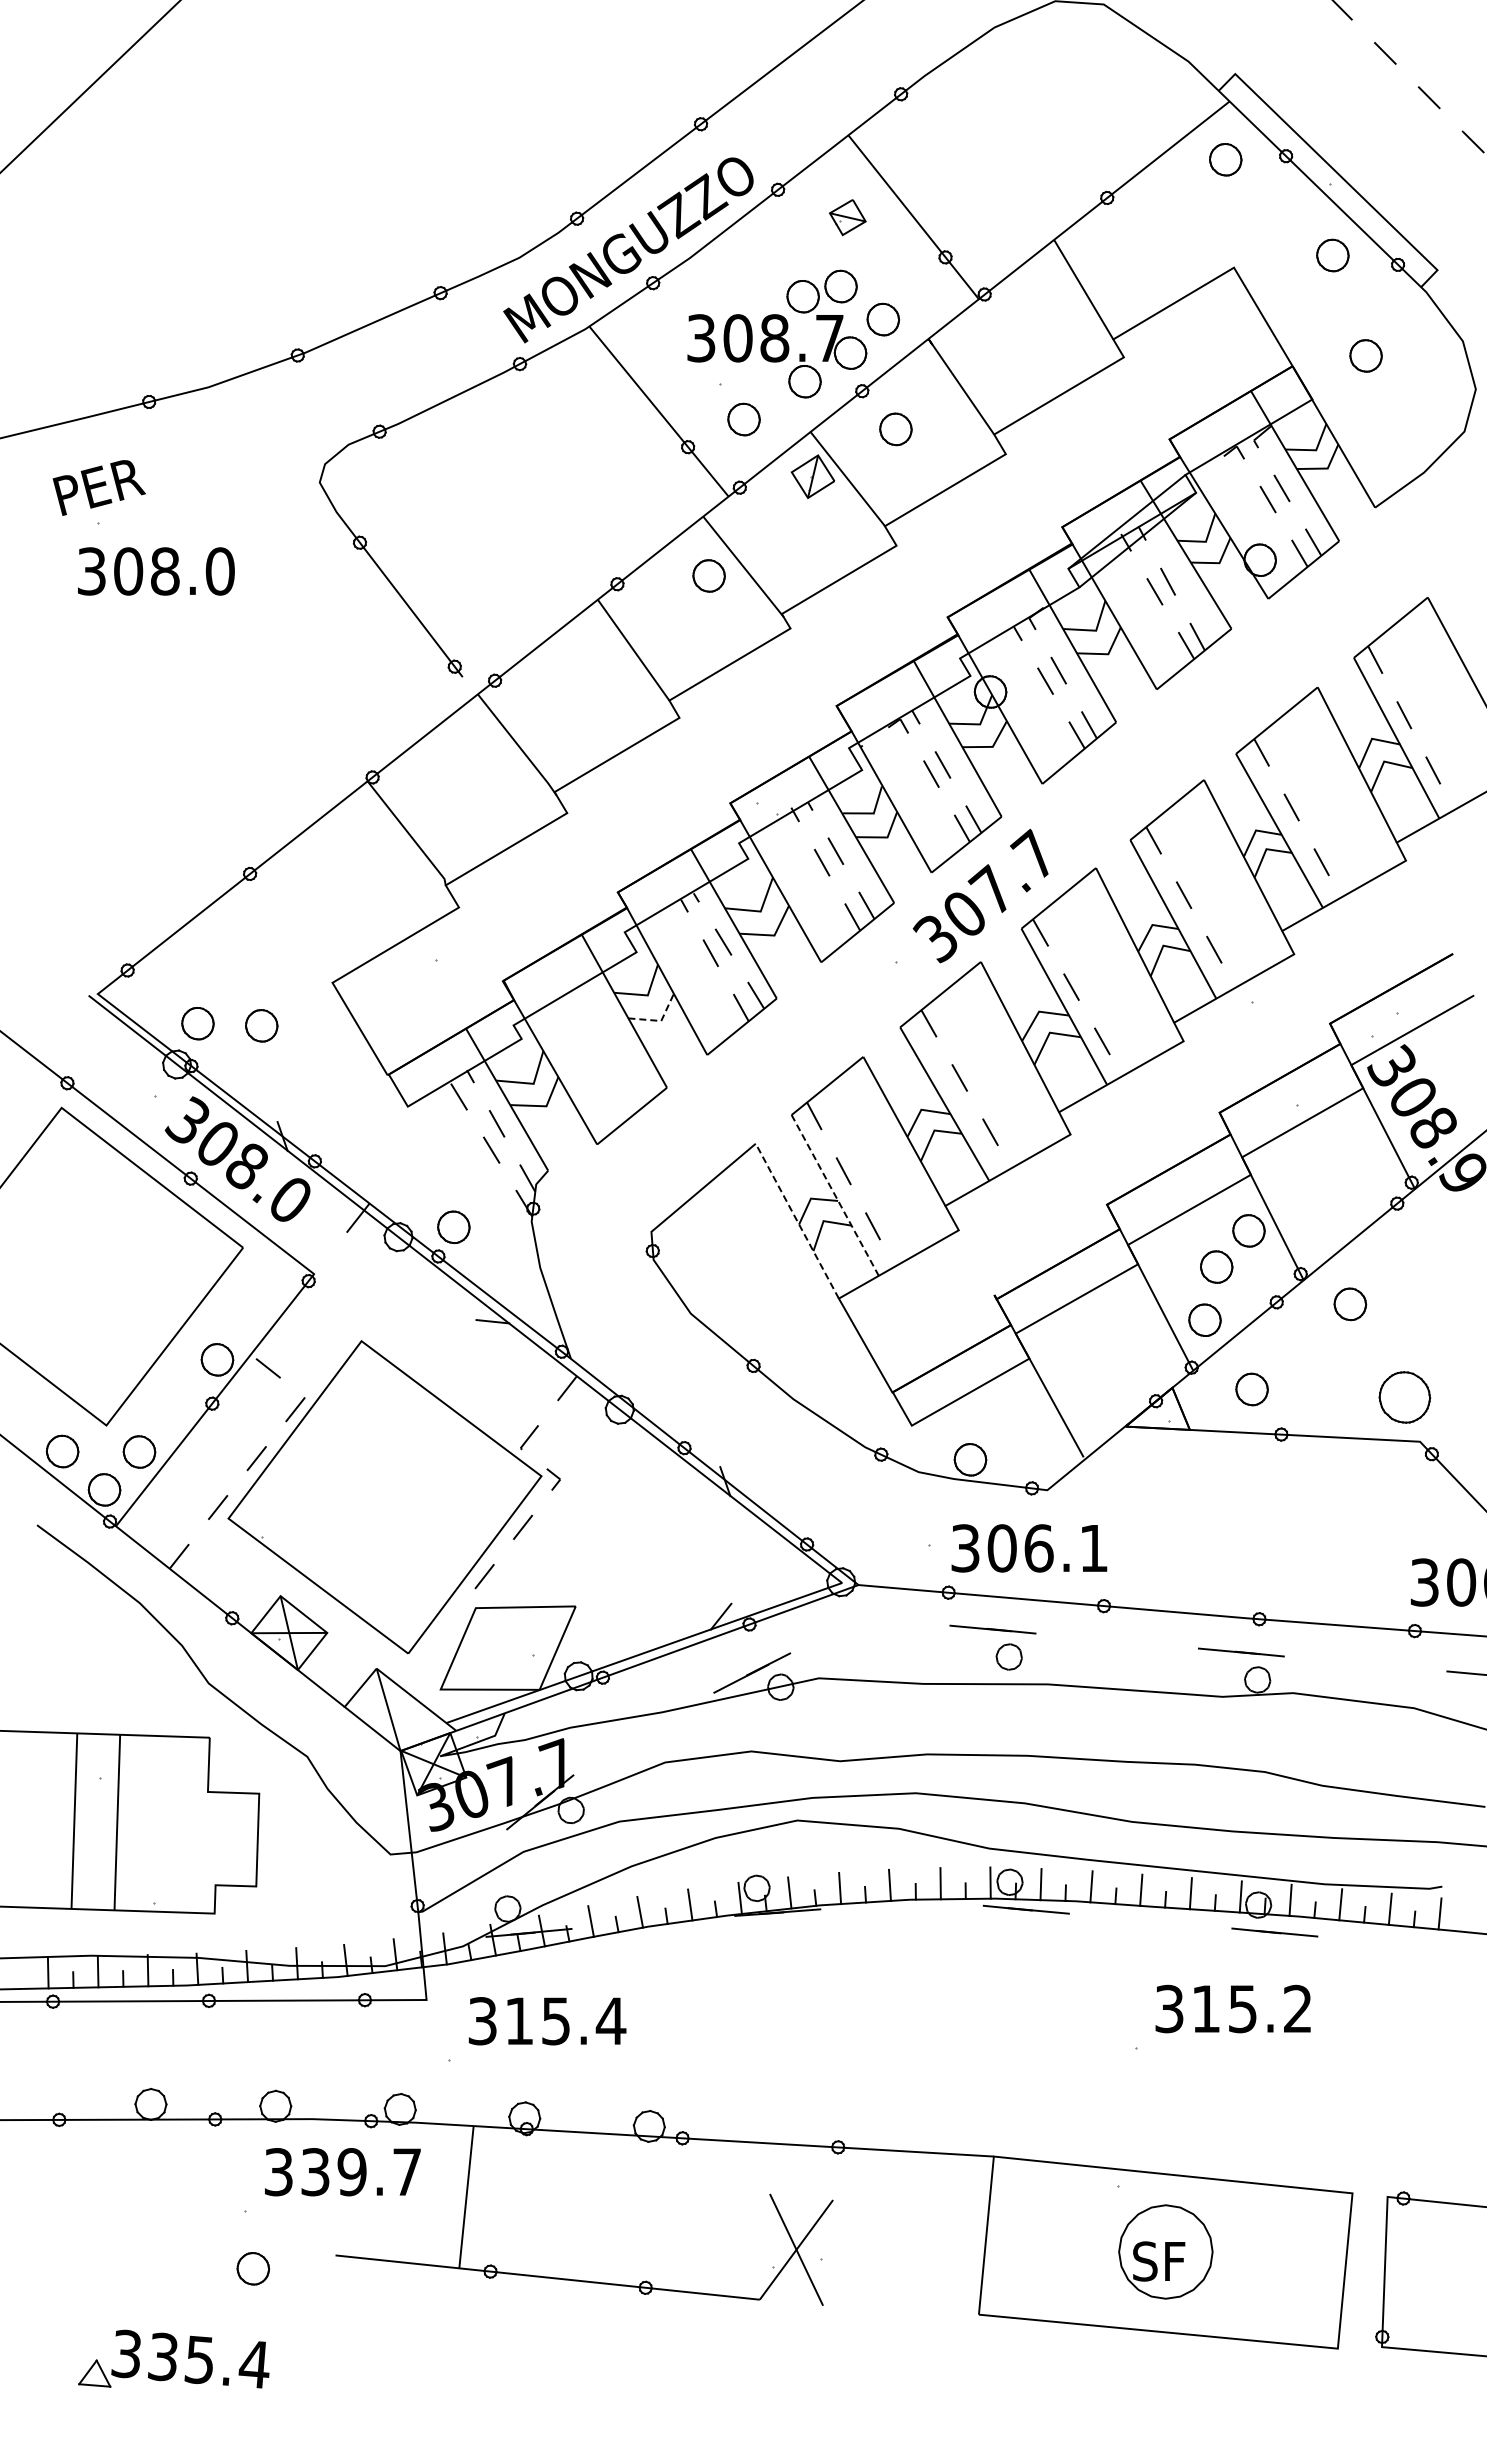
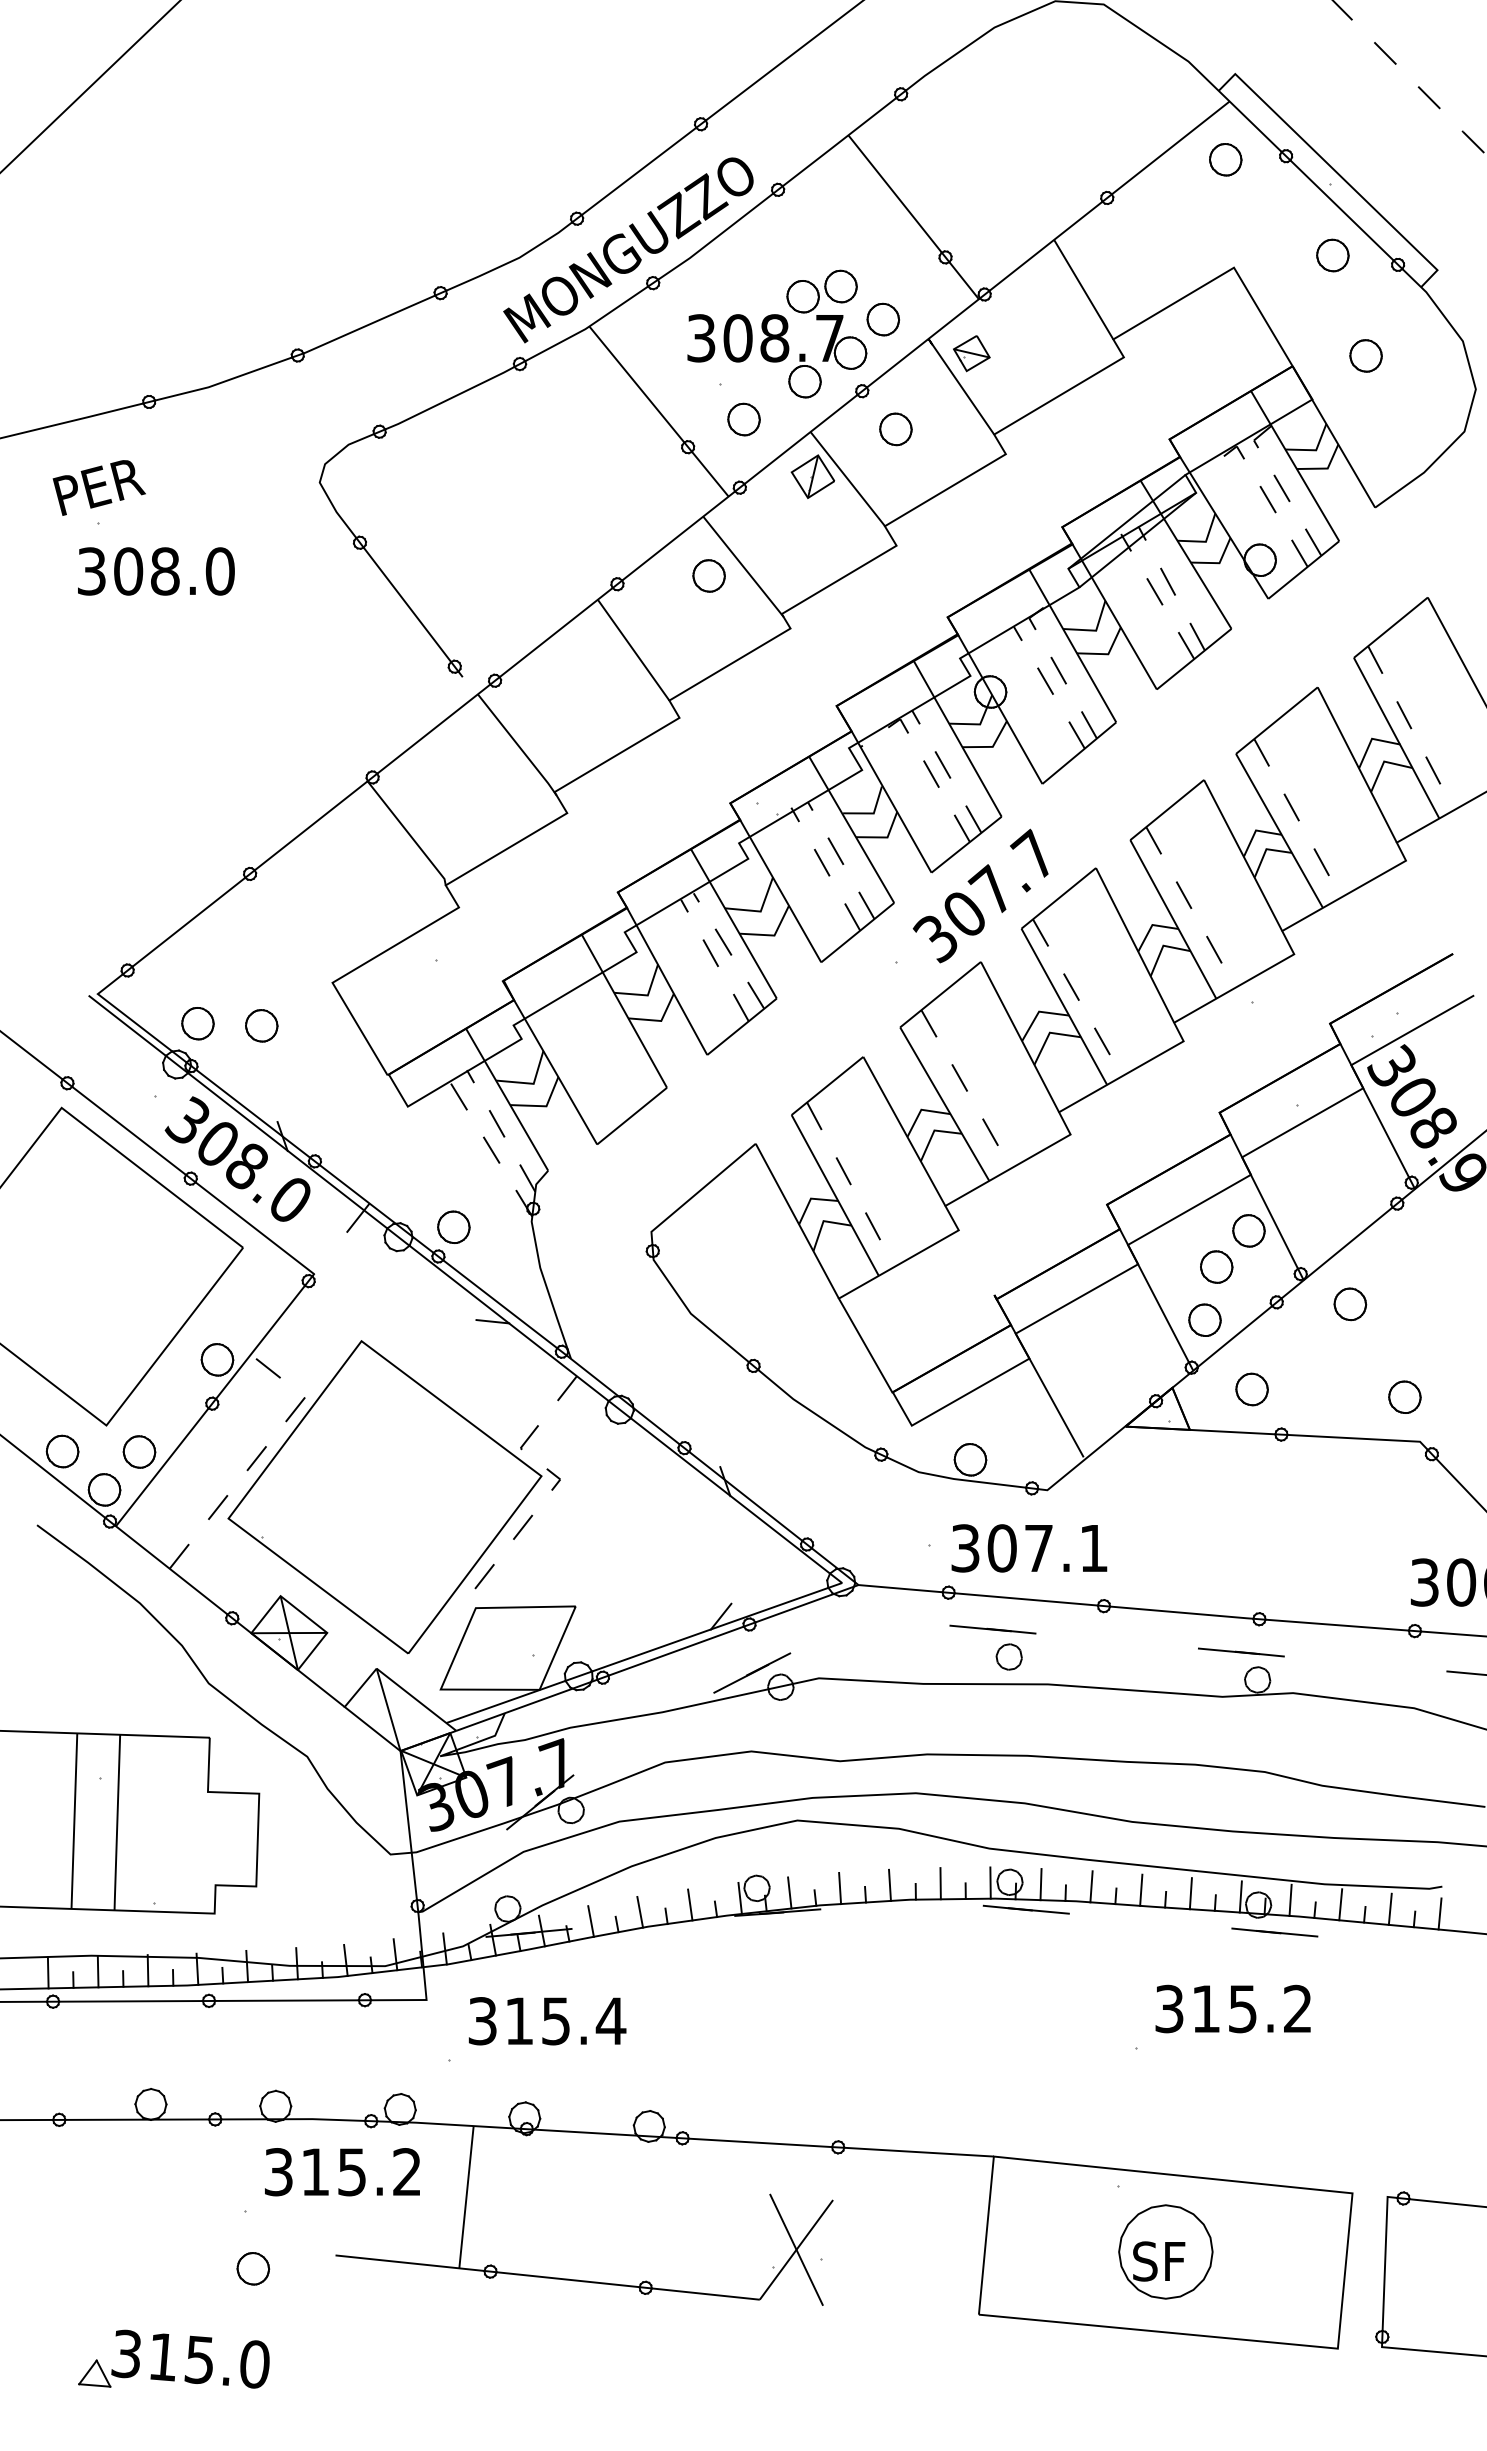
part at (847, 217) position: (847, 217) -> (971, 353)
line at (660, 1020): dashed -> solid
line at (835, 1195): dashed -> solid
line at (797, 1221): dashed -> solid
part at (1404, 1397) size: 54x53 px -> 34x34 px
text at (1038, 1548): 306.1 -> 307.1
text at (360, 2172): 339.7 -> 315.2
text at (208, 2360): 335.4 -> 315.0
